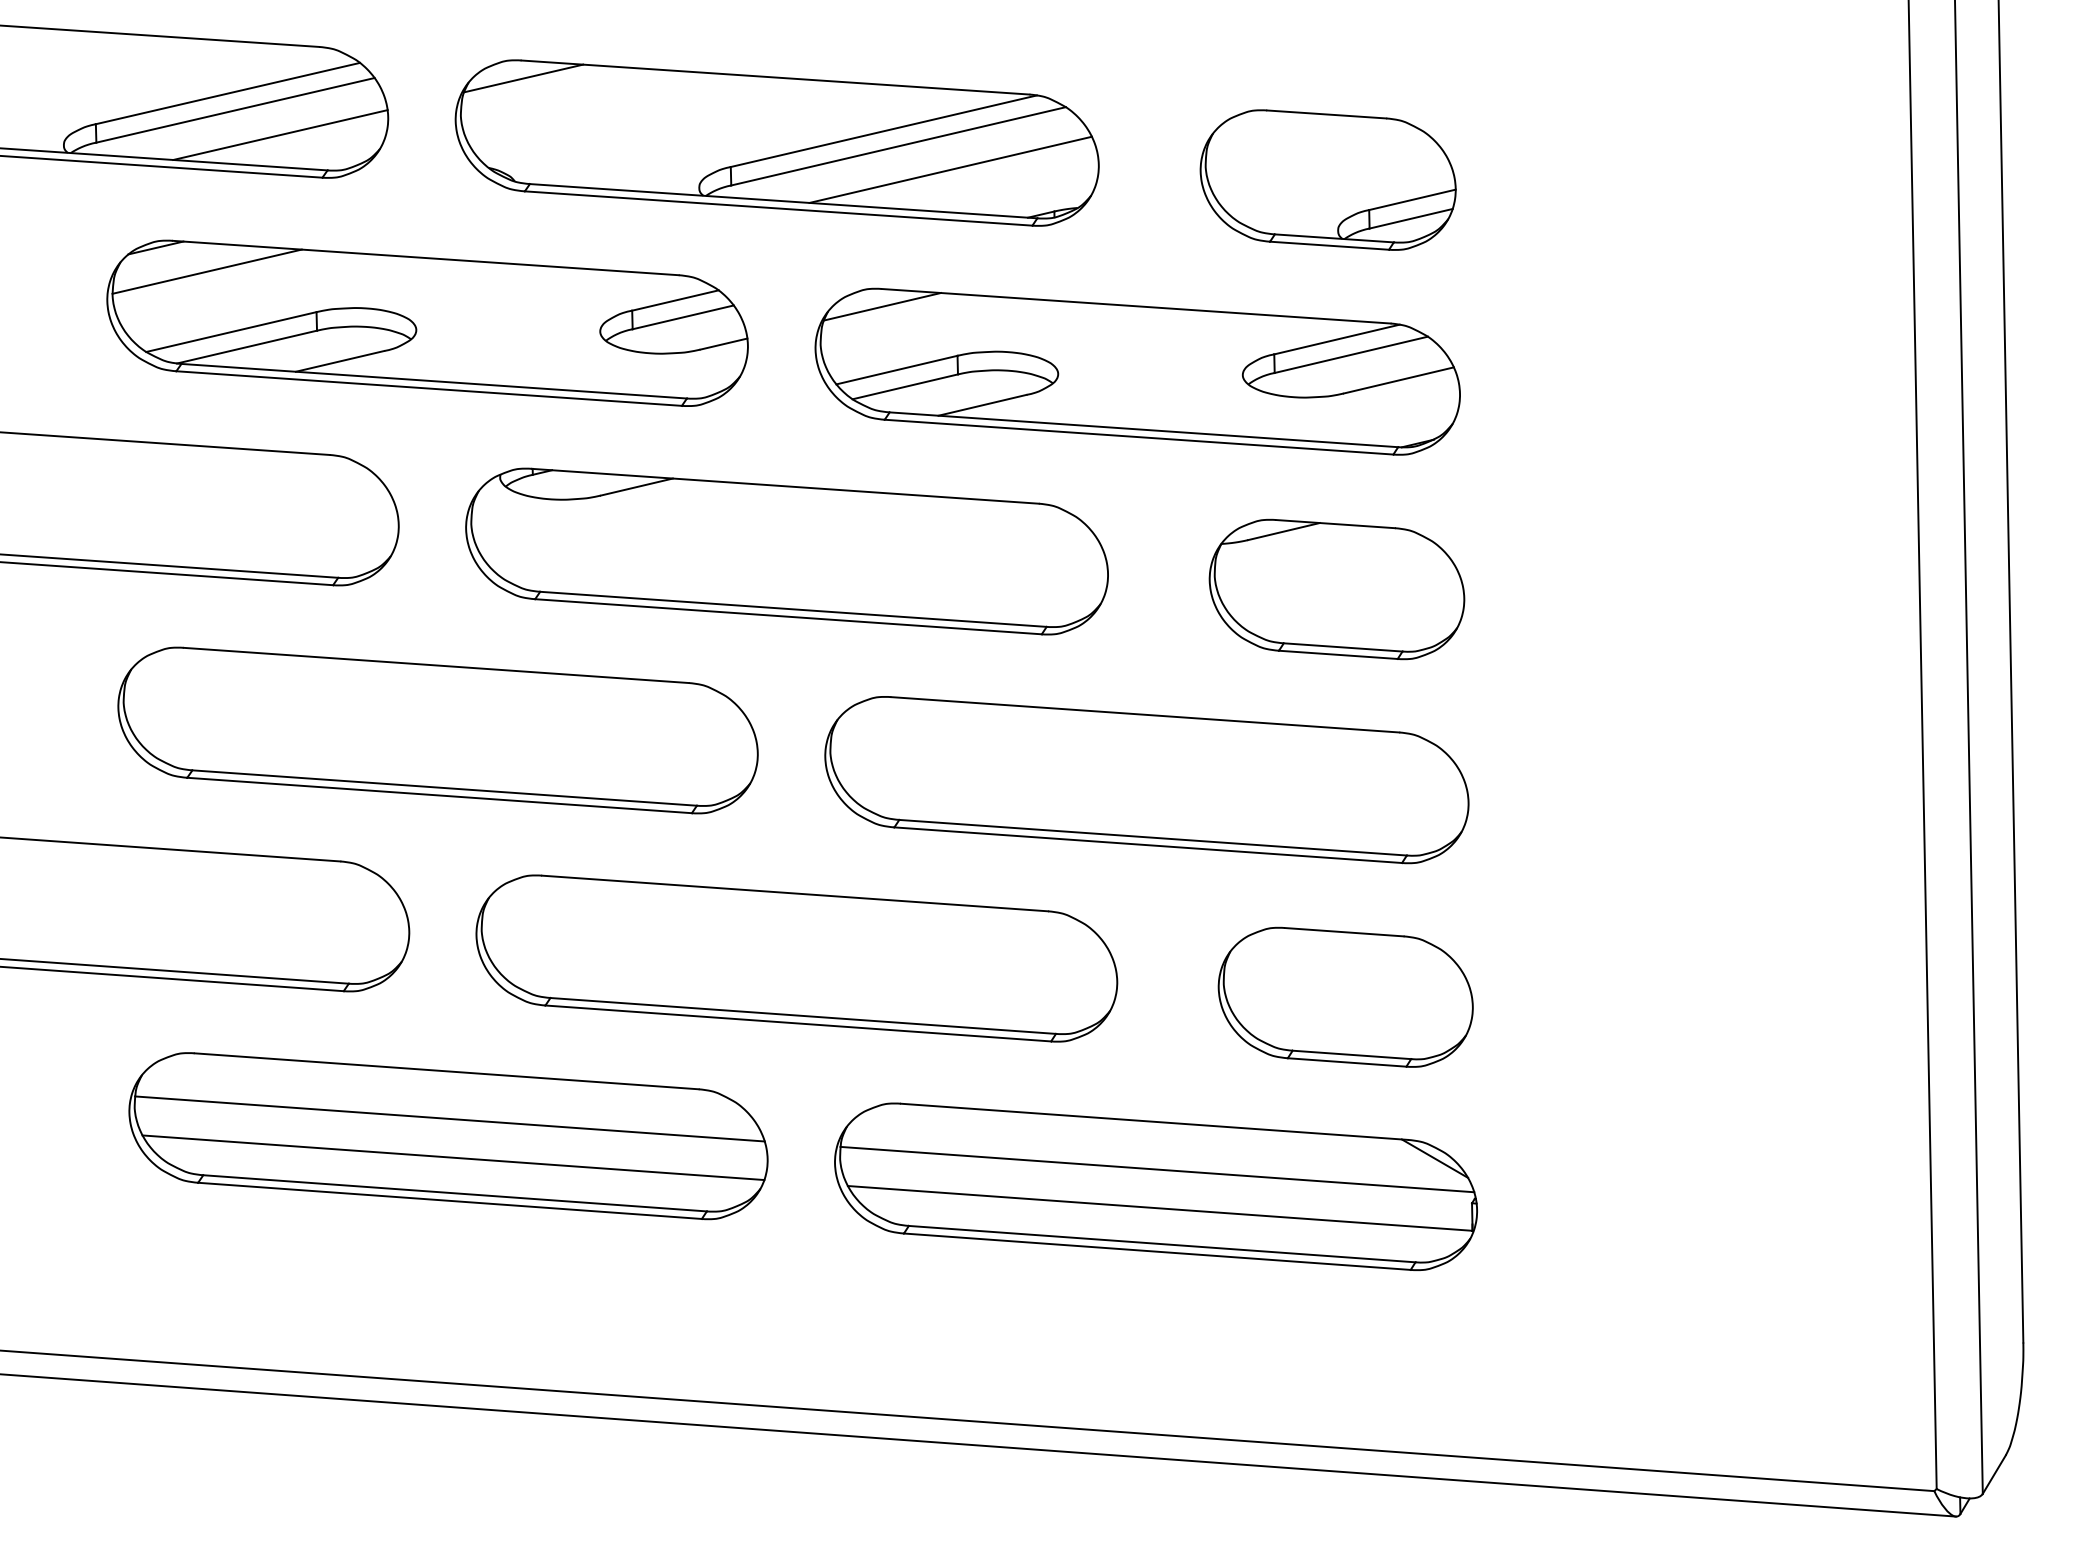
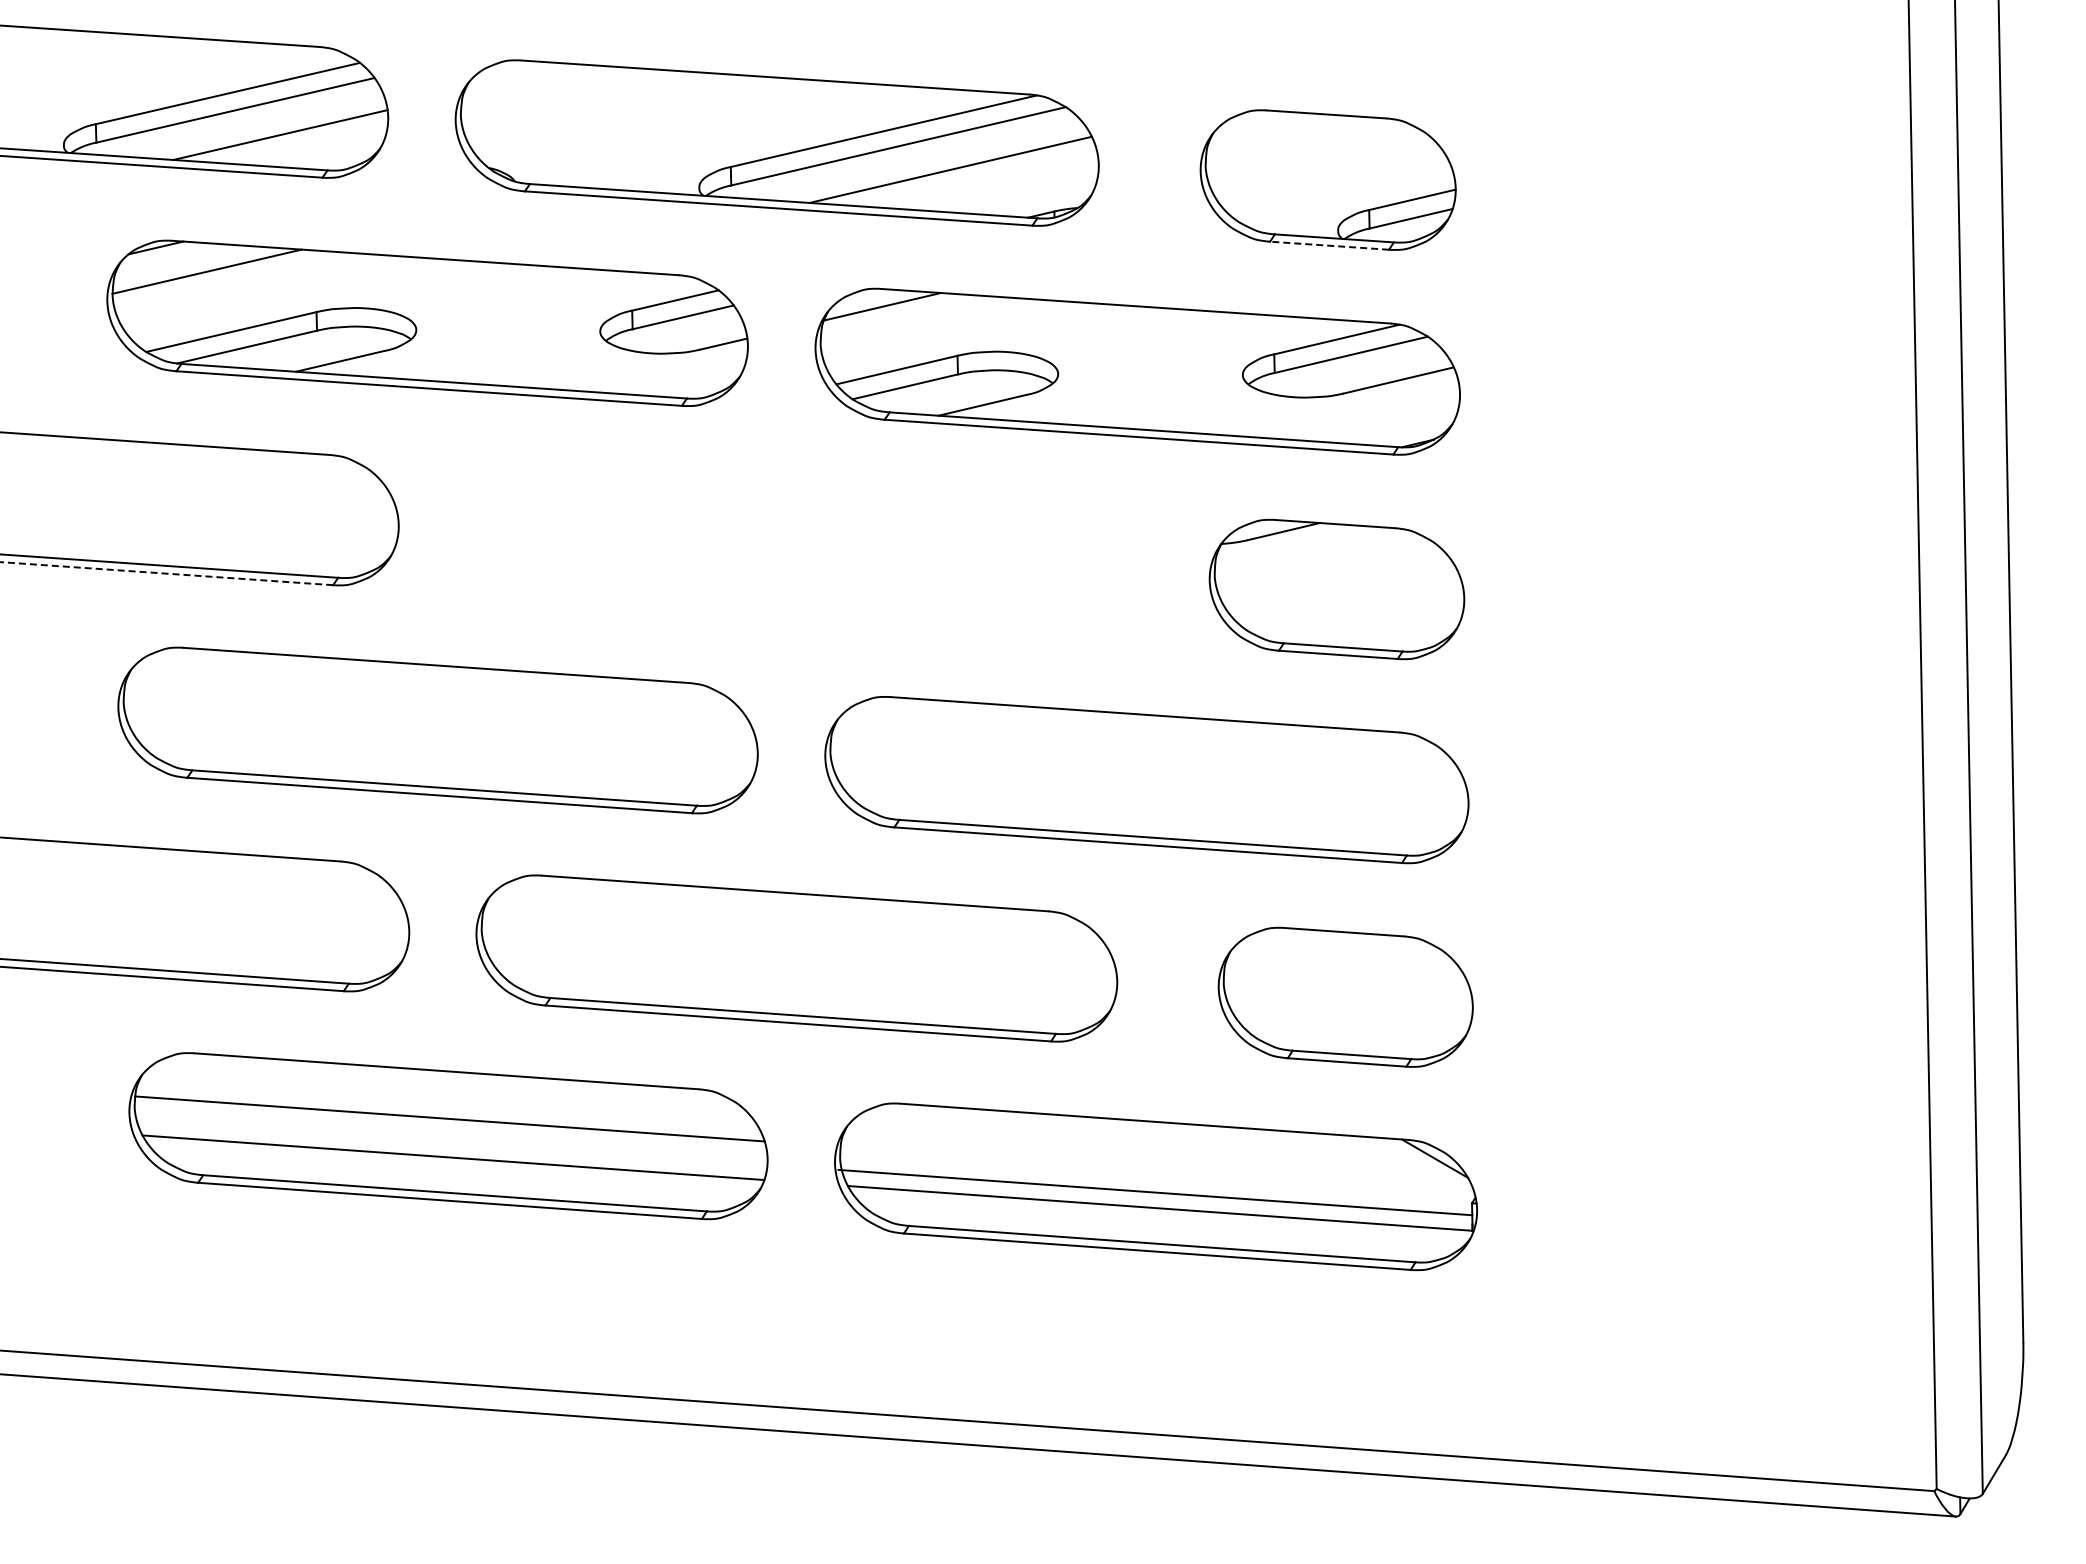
line at (523, 78): present -> none
line at (1329, 245): solid -> dashed
part at (786, 551): present -> none
line at (166, 573): solid -> dashed
line at (1157, 1169) position: (1157, 1169) -> (1155, 1192)
